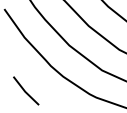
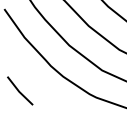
line at (25, 90) position: (25, 90) -> (19, 90)
